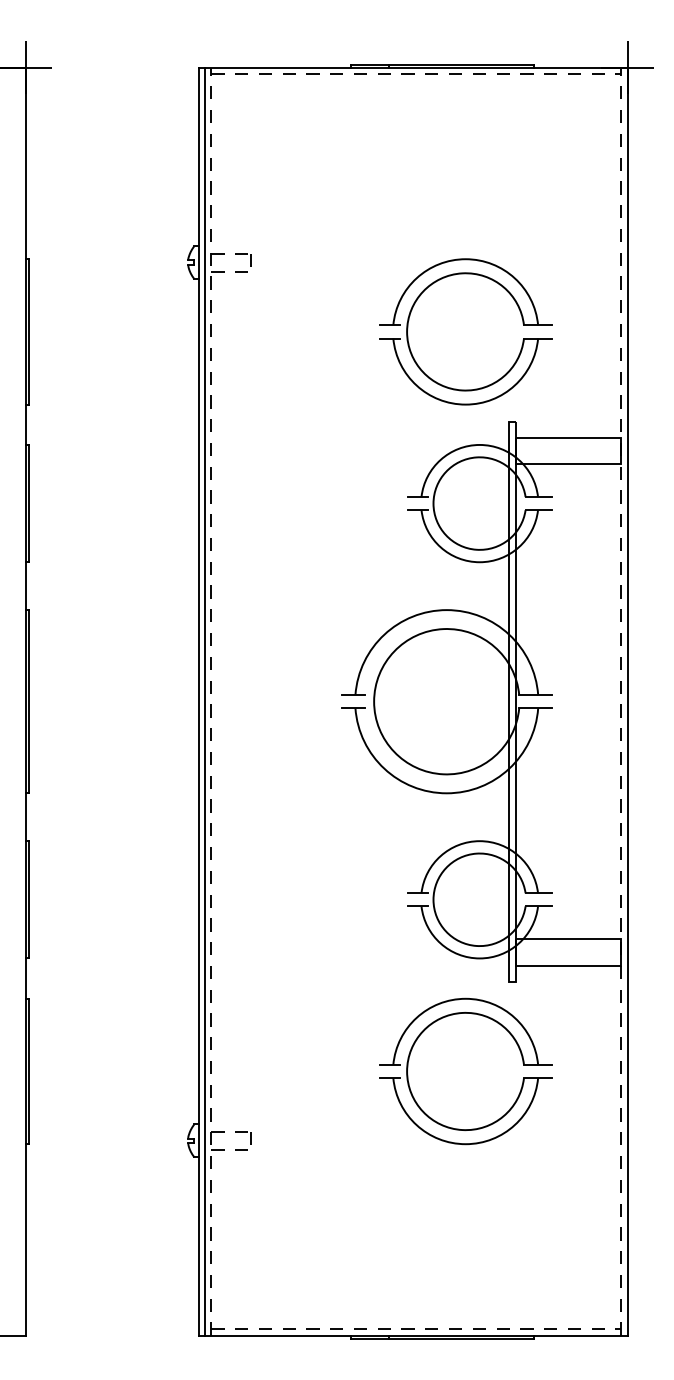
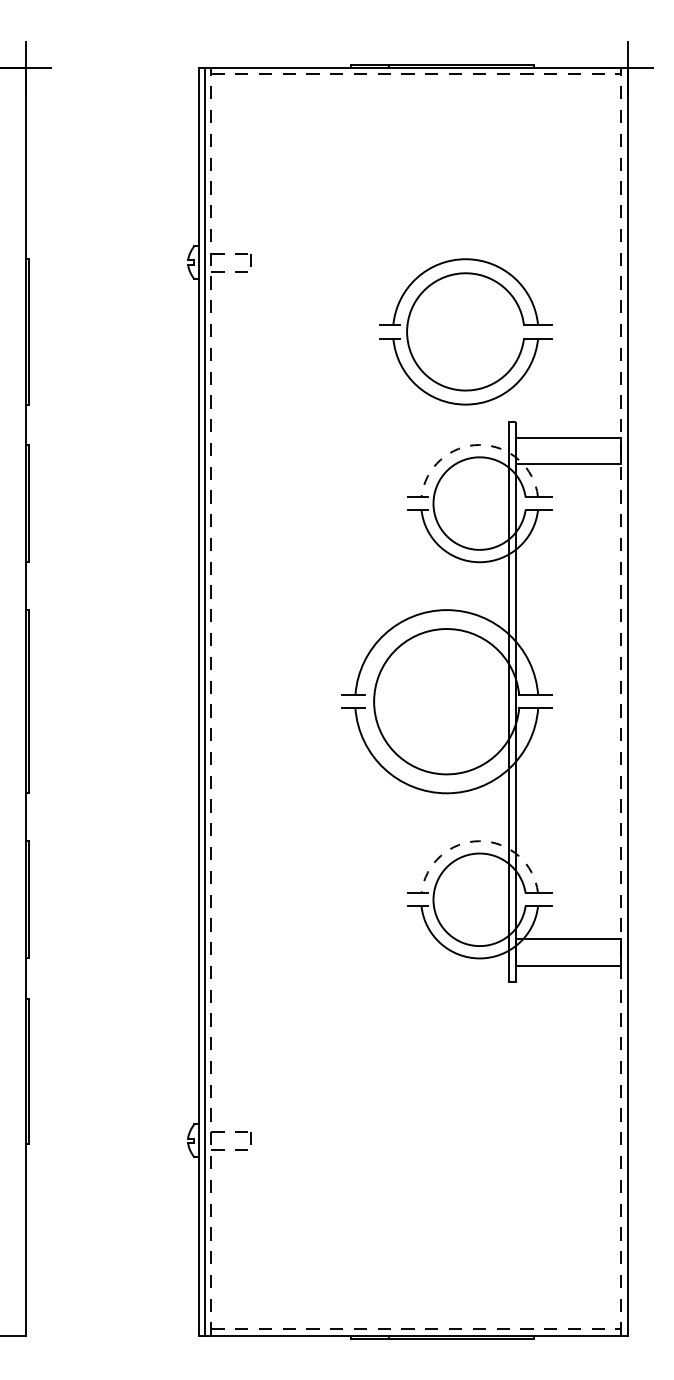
arc at (479, 444): solid -> dashed
arc at (479, 841): solid -> dashed
part at (409, 1060): present -> none
